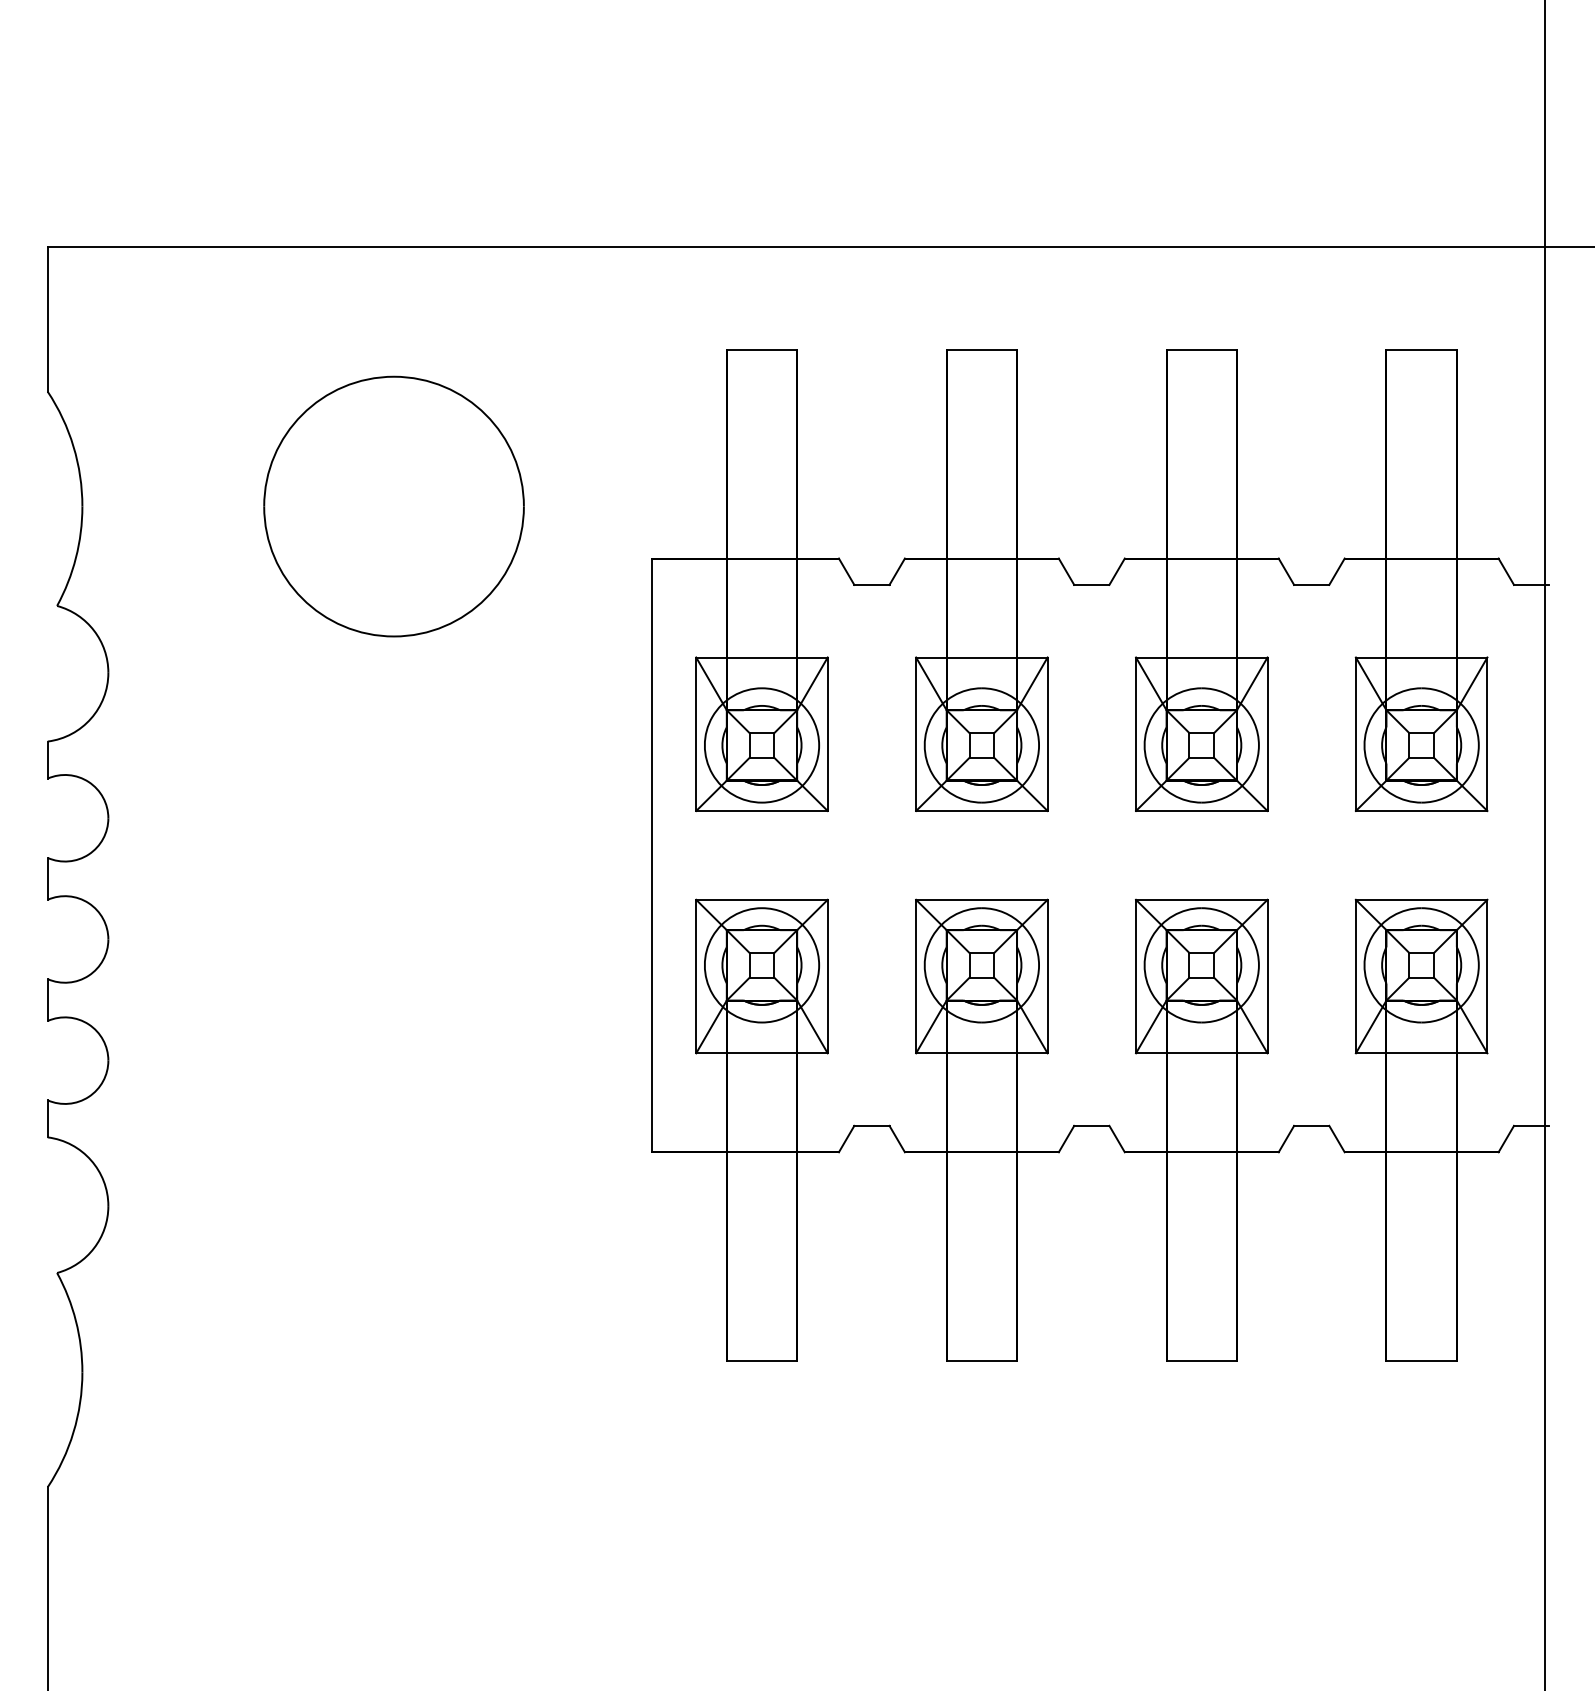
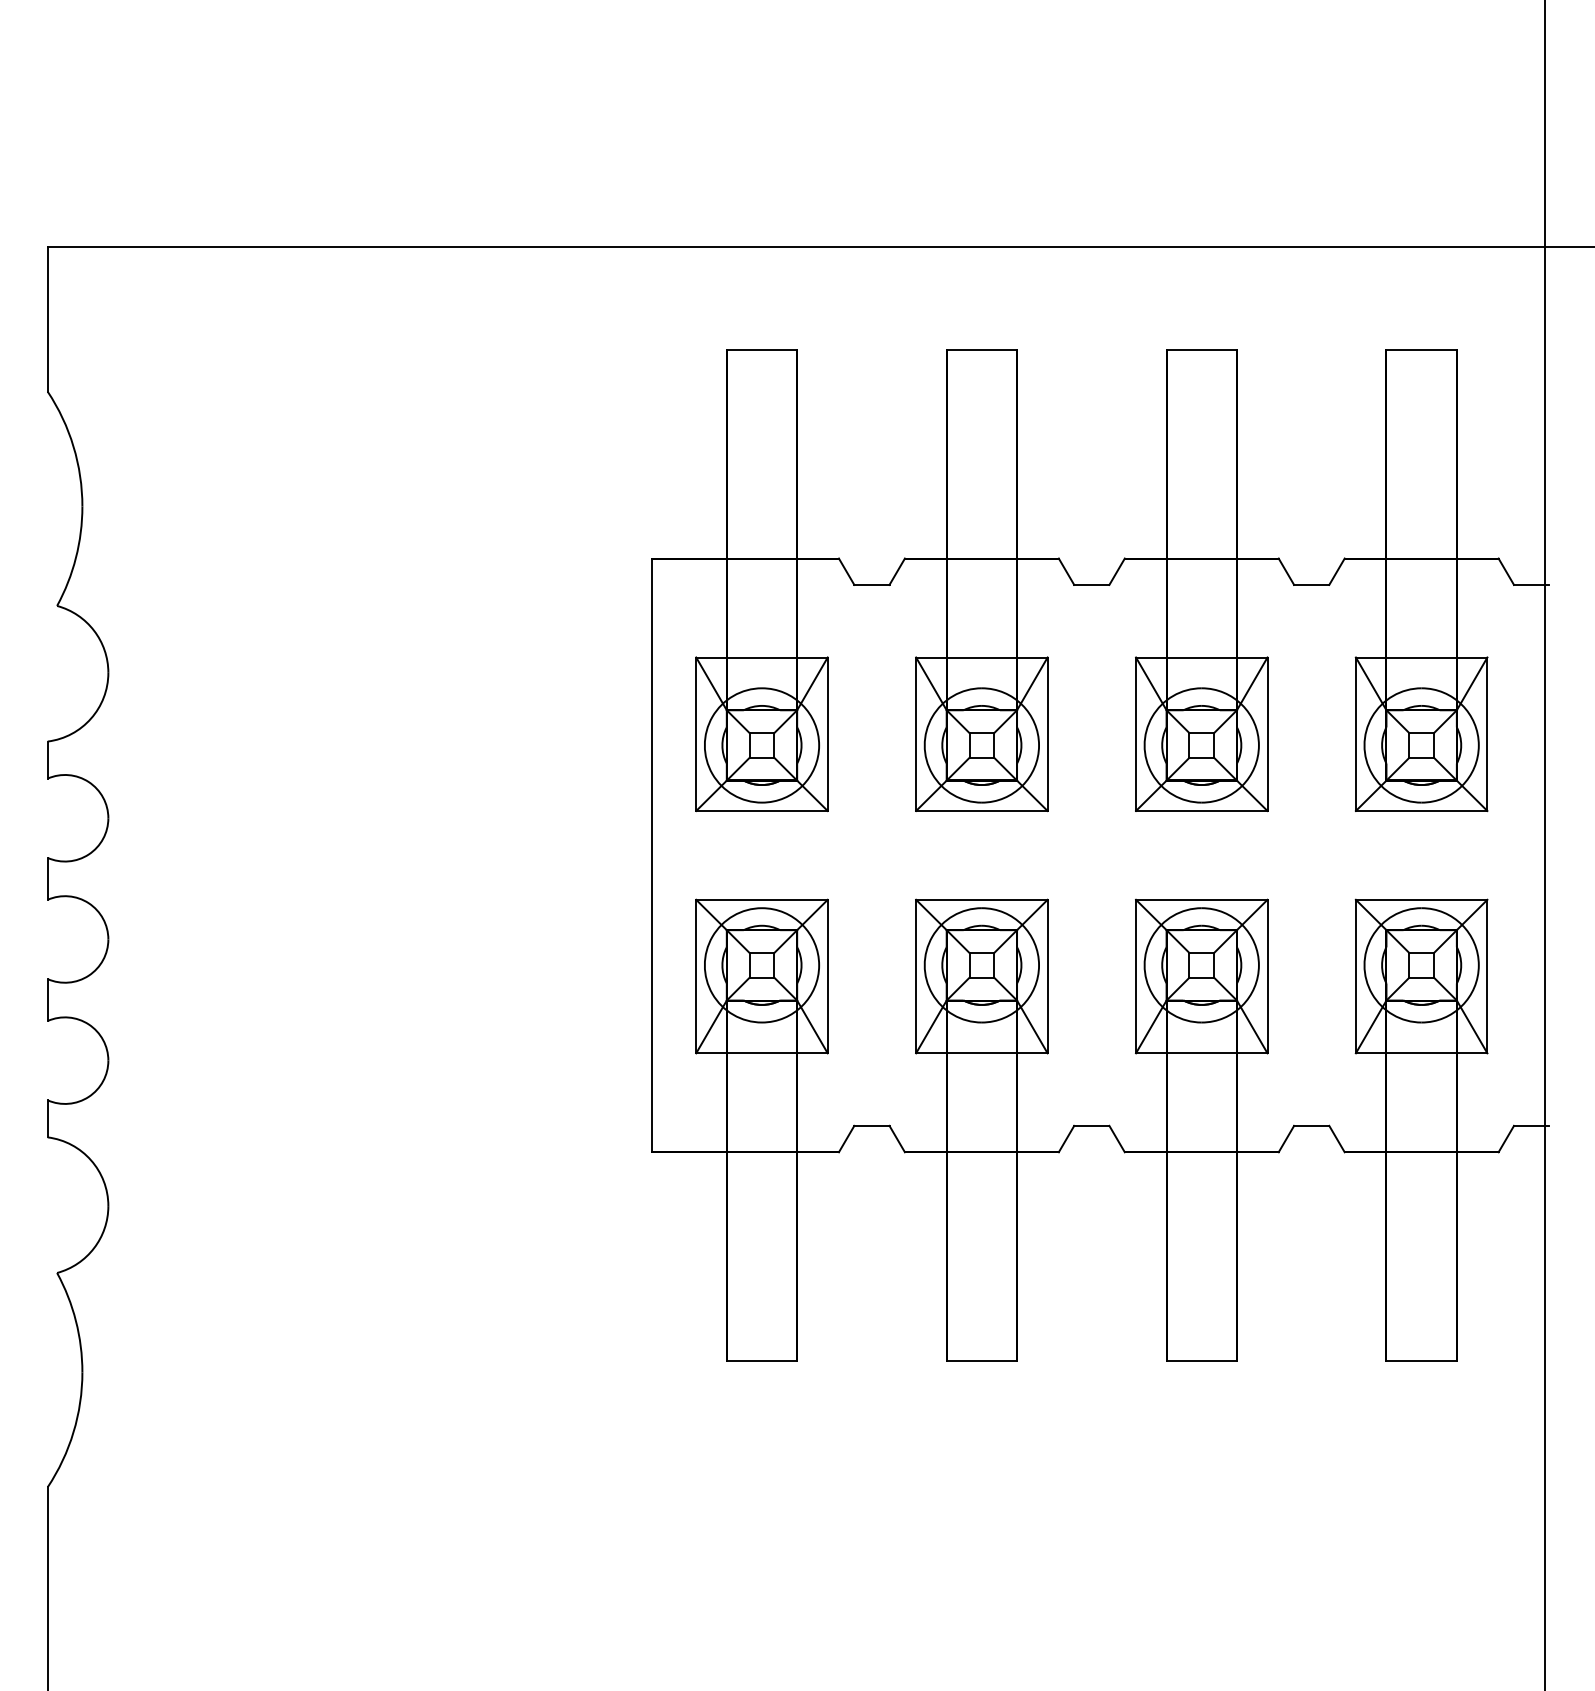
part at (393, 506): present -> none
